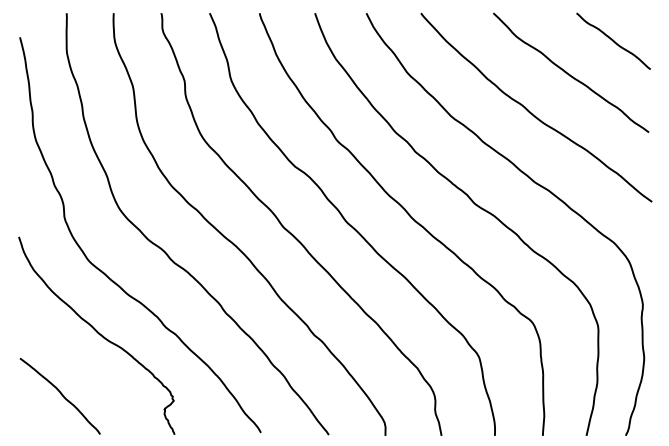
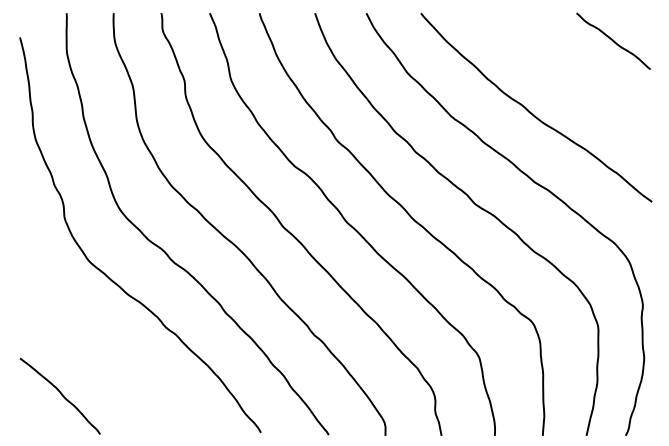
curve at (569, 73): present -> none
curve at (97, 333): present -> none
